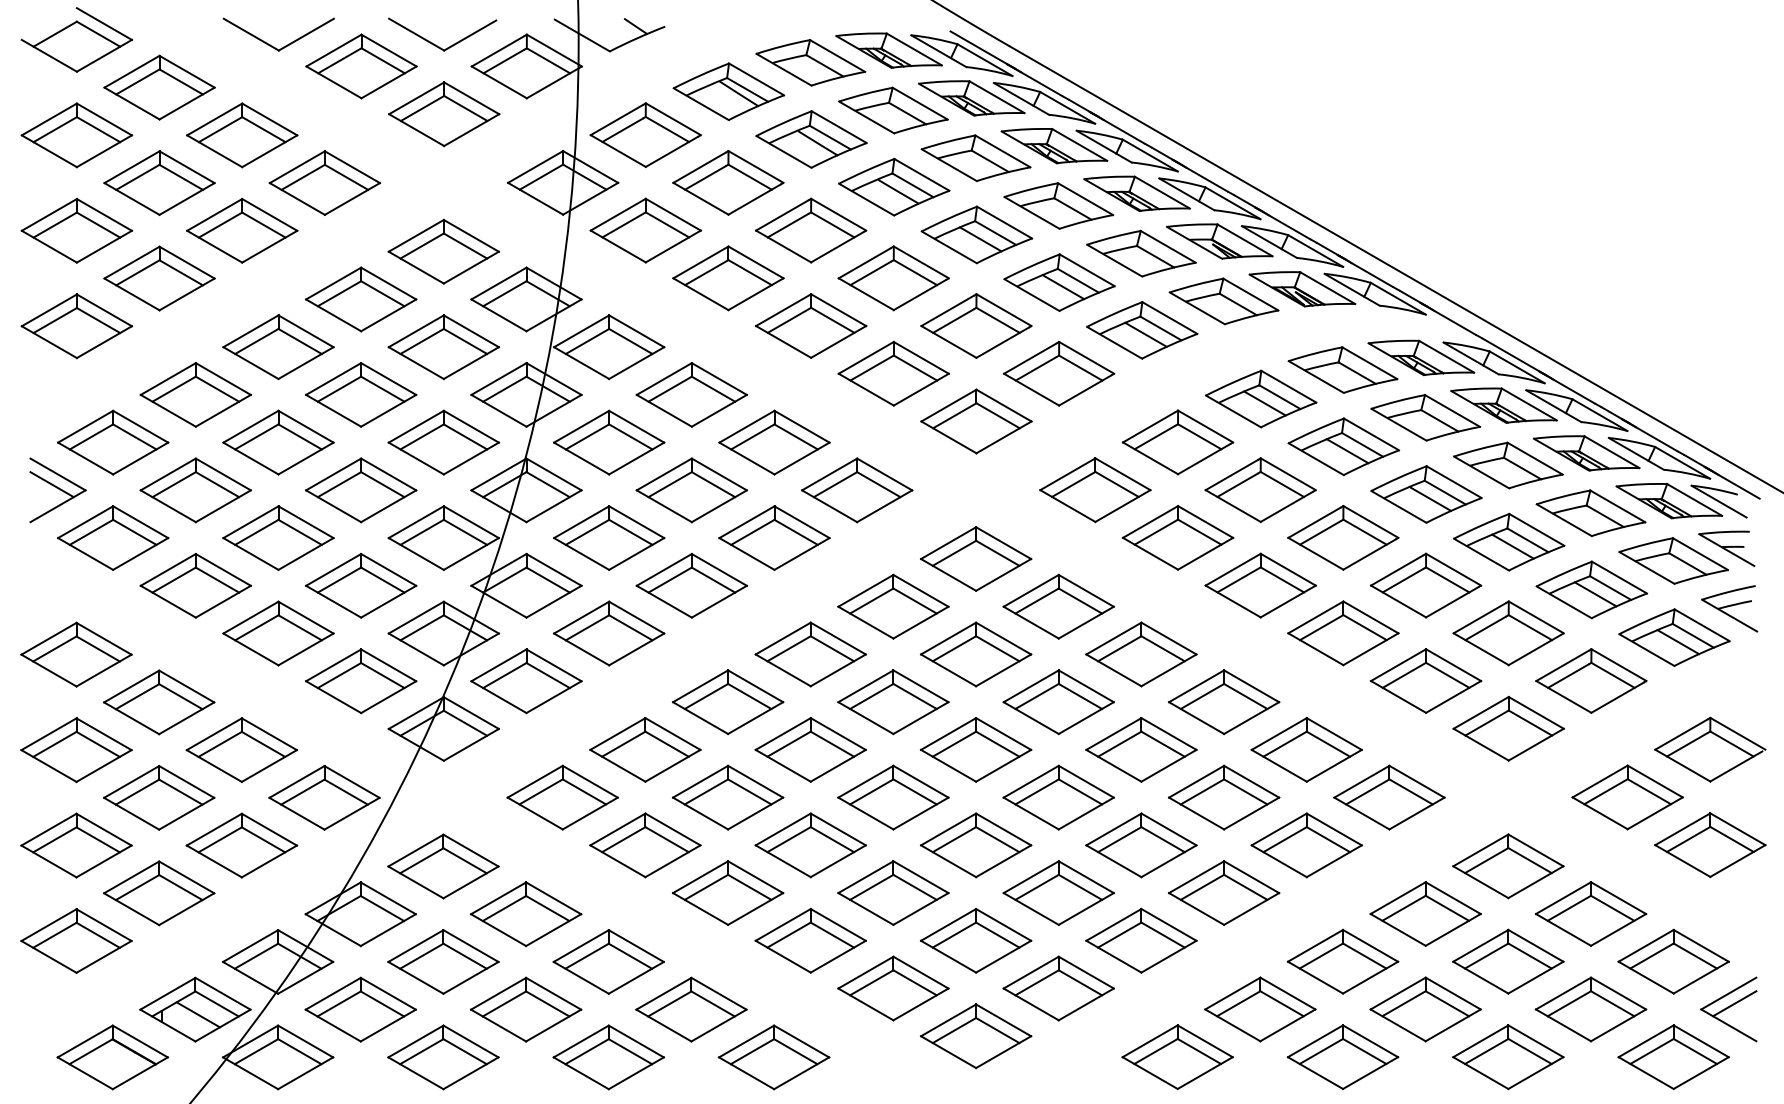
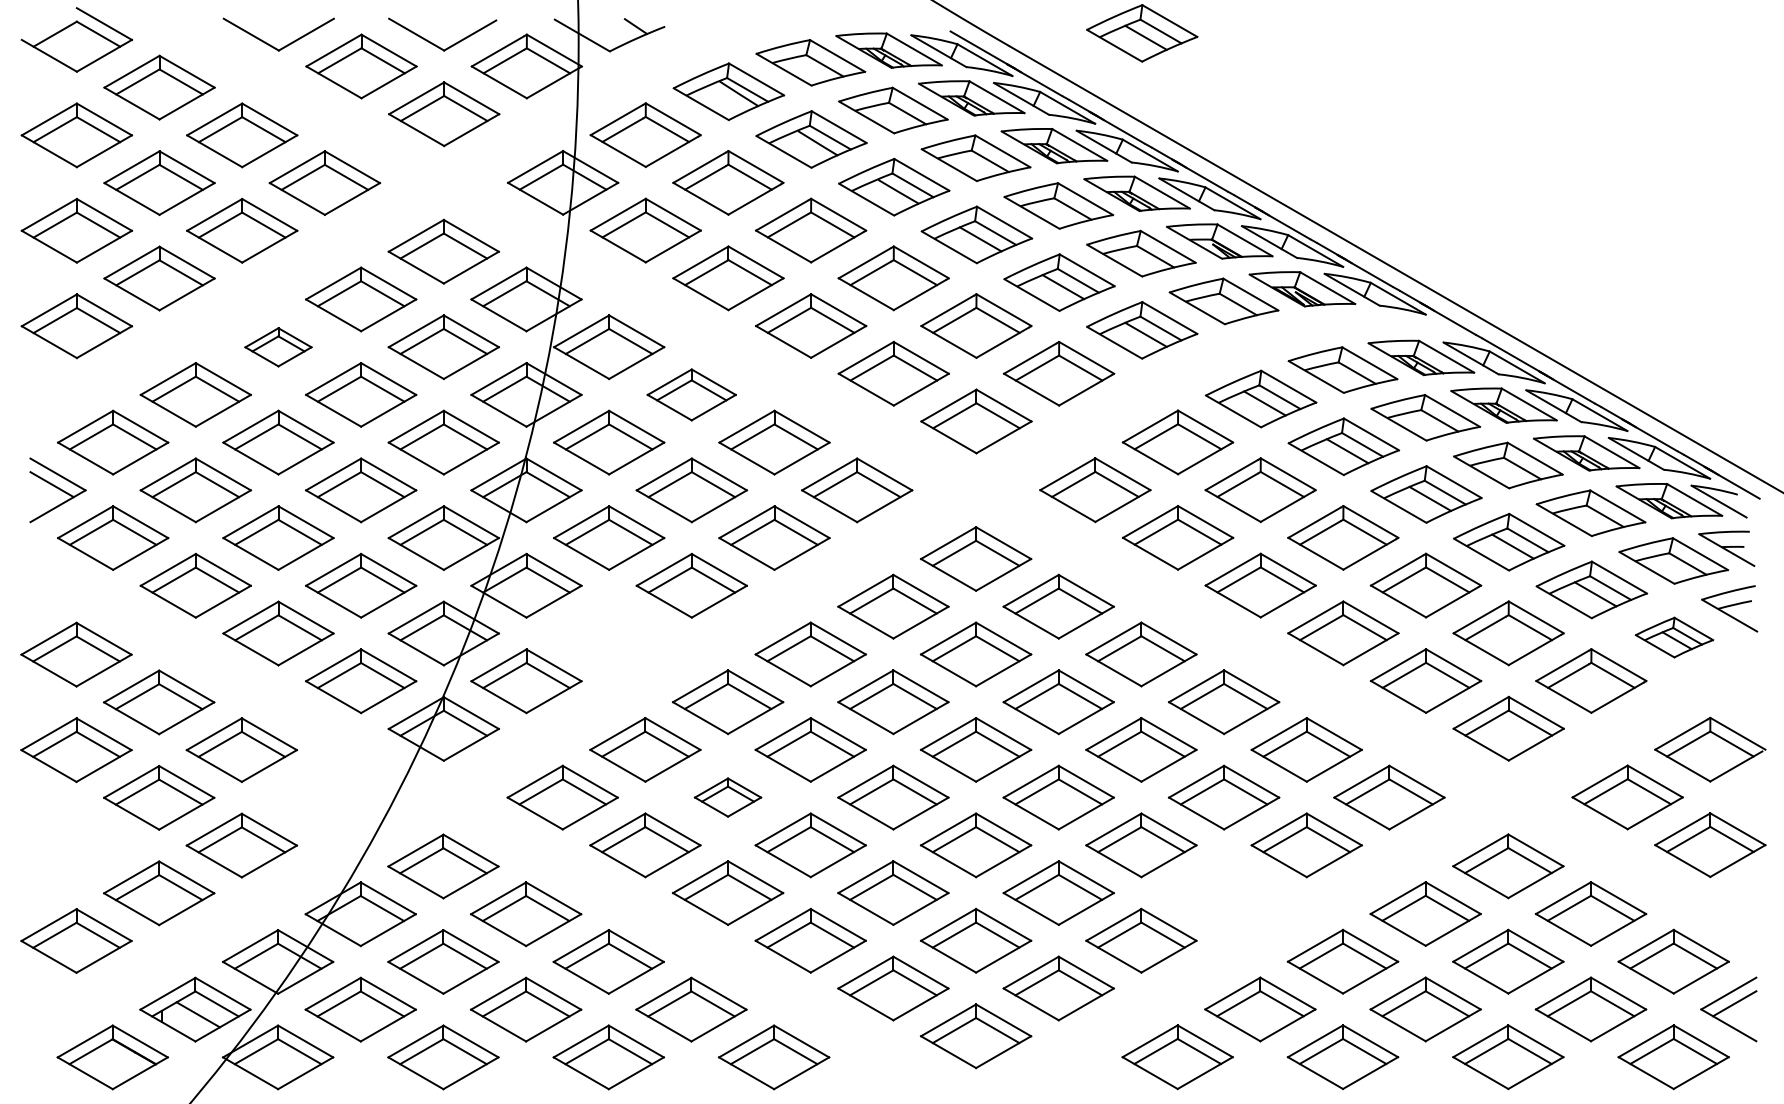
part at (1142, 33): none -> present
part at (278, 347) size: 113x67 px -> 69x41 px
part at (691, 394) size: 113x66 px -> 91x54 px
part at (609, 633): present -> none
part at (1674, 637) size: 113x59 px -> 81x43 px
part at (324, 797): present -> none
part at (727, 797) size: 114x67 px -> 70x41 px
part at (76, 845): present -> none
part at (1224, 892): present -> none
